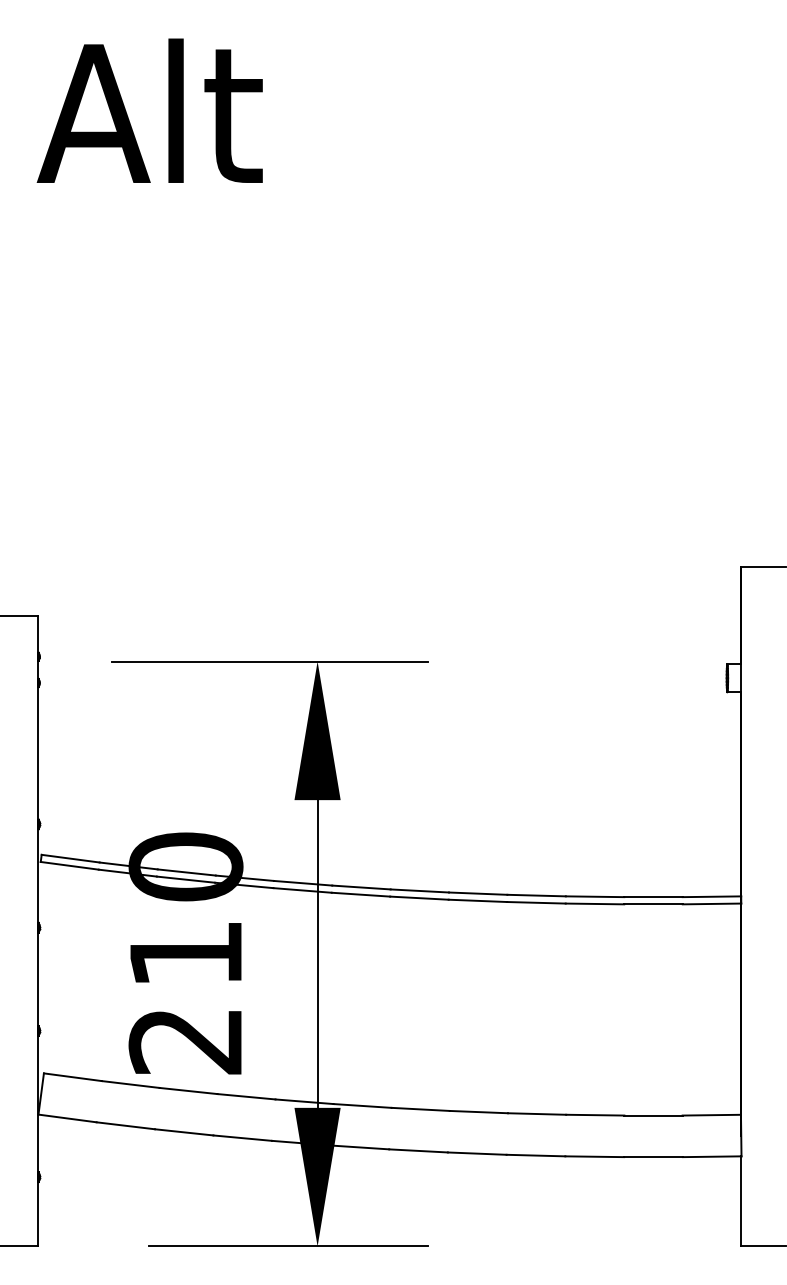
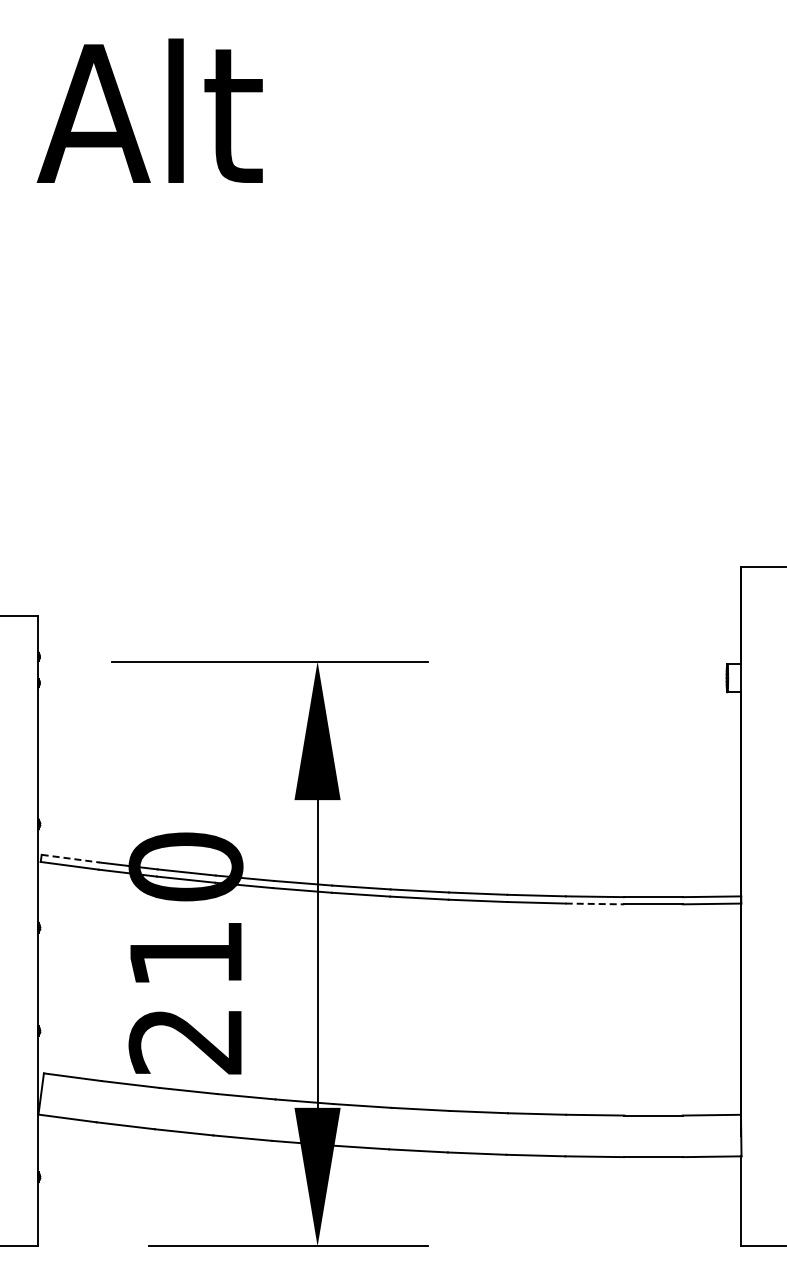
line at (71, 858): solid -> dashed
line at (595, 903): solid -> dashed
